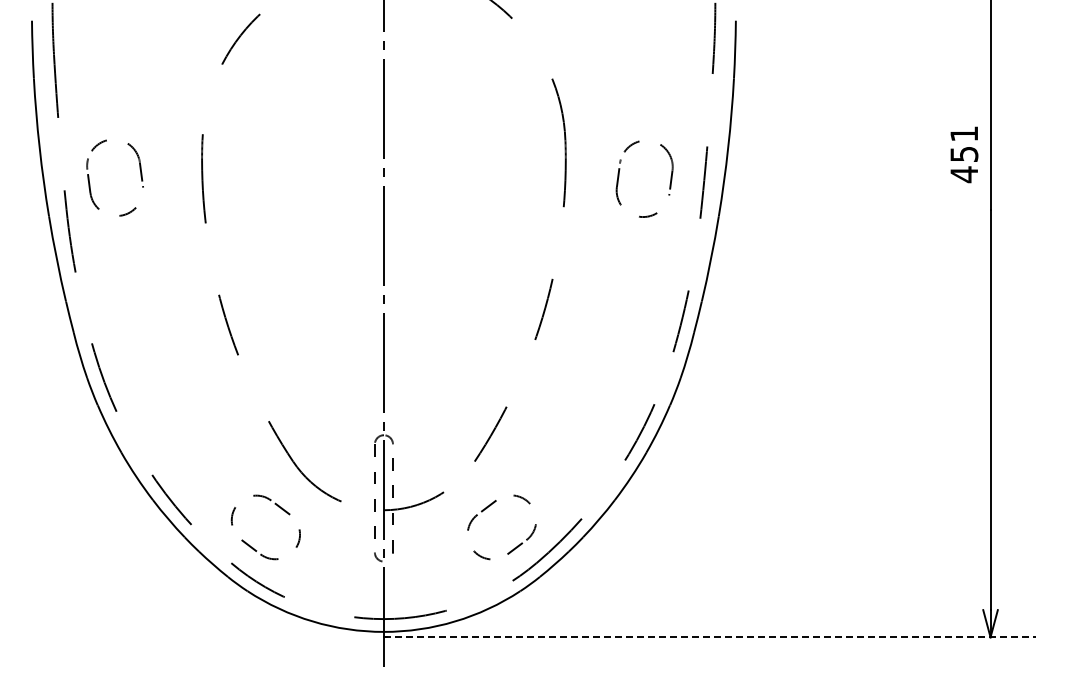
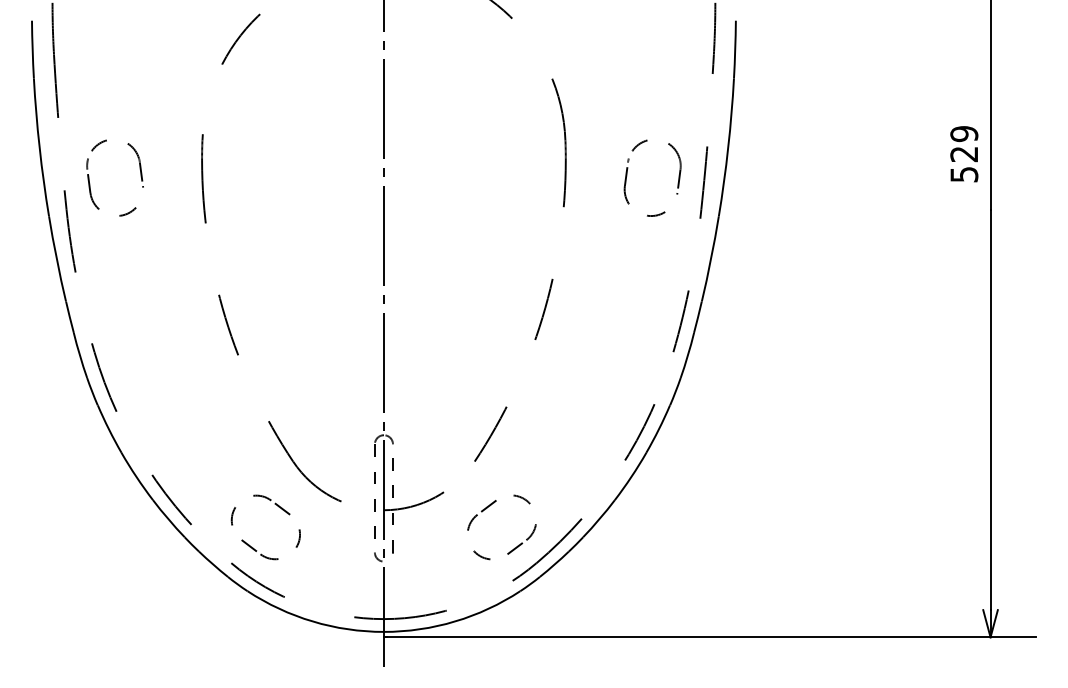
text at (964, 154): 451 -> 529
part at (619, 177) position: (619, 177) -> (627, 176)
line at (710, 637): dashed -> solid
